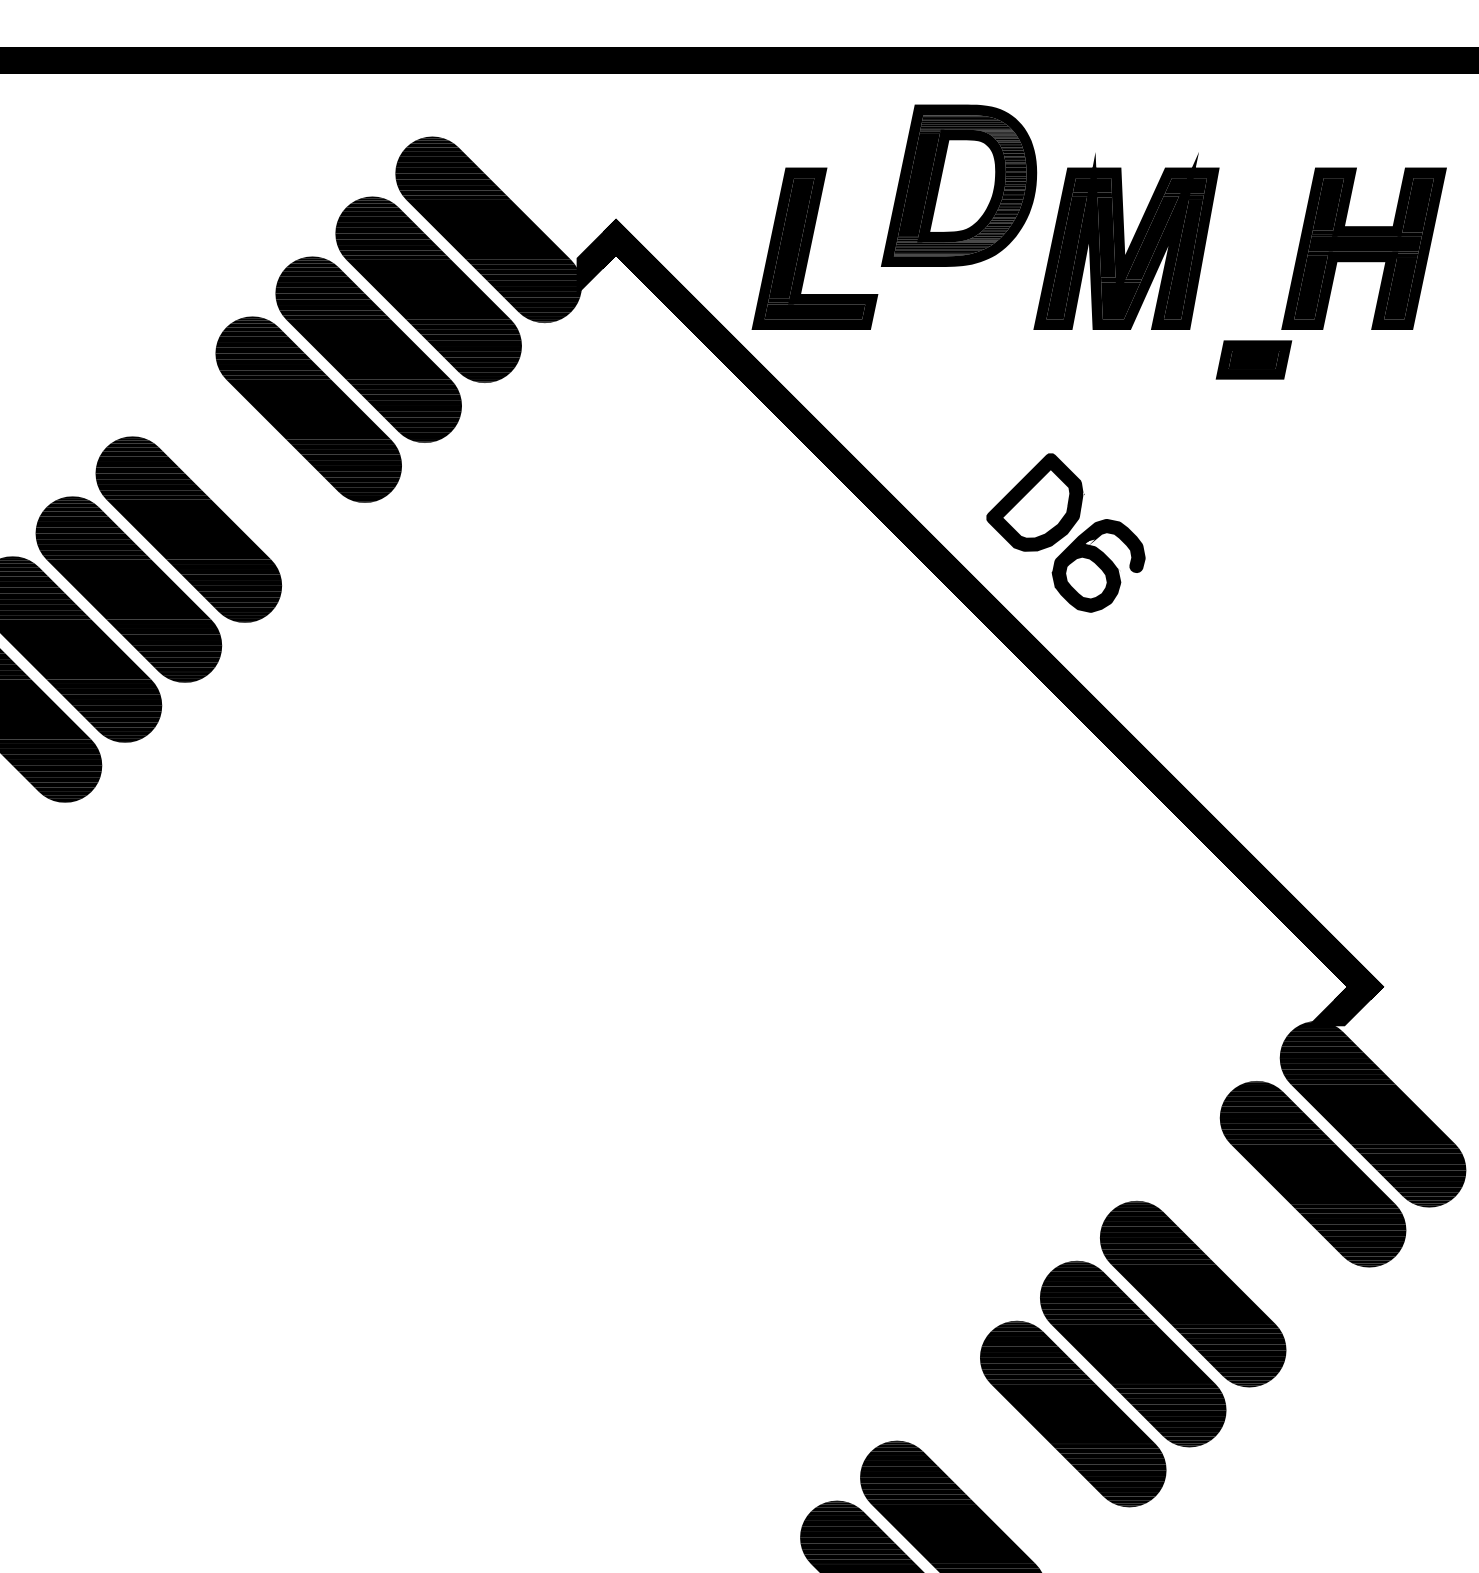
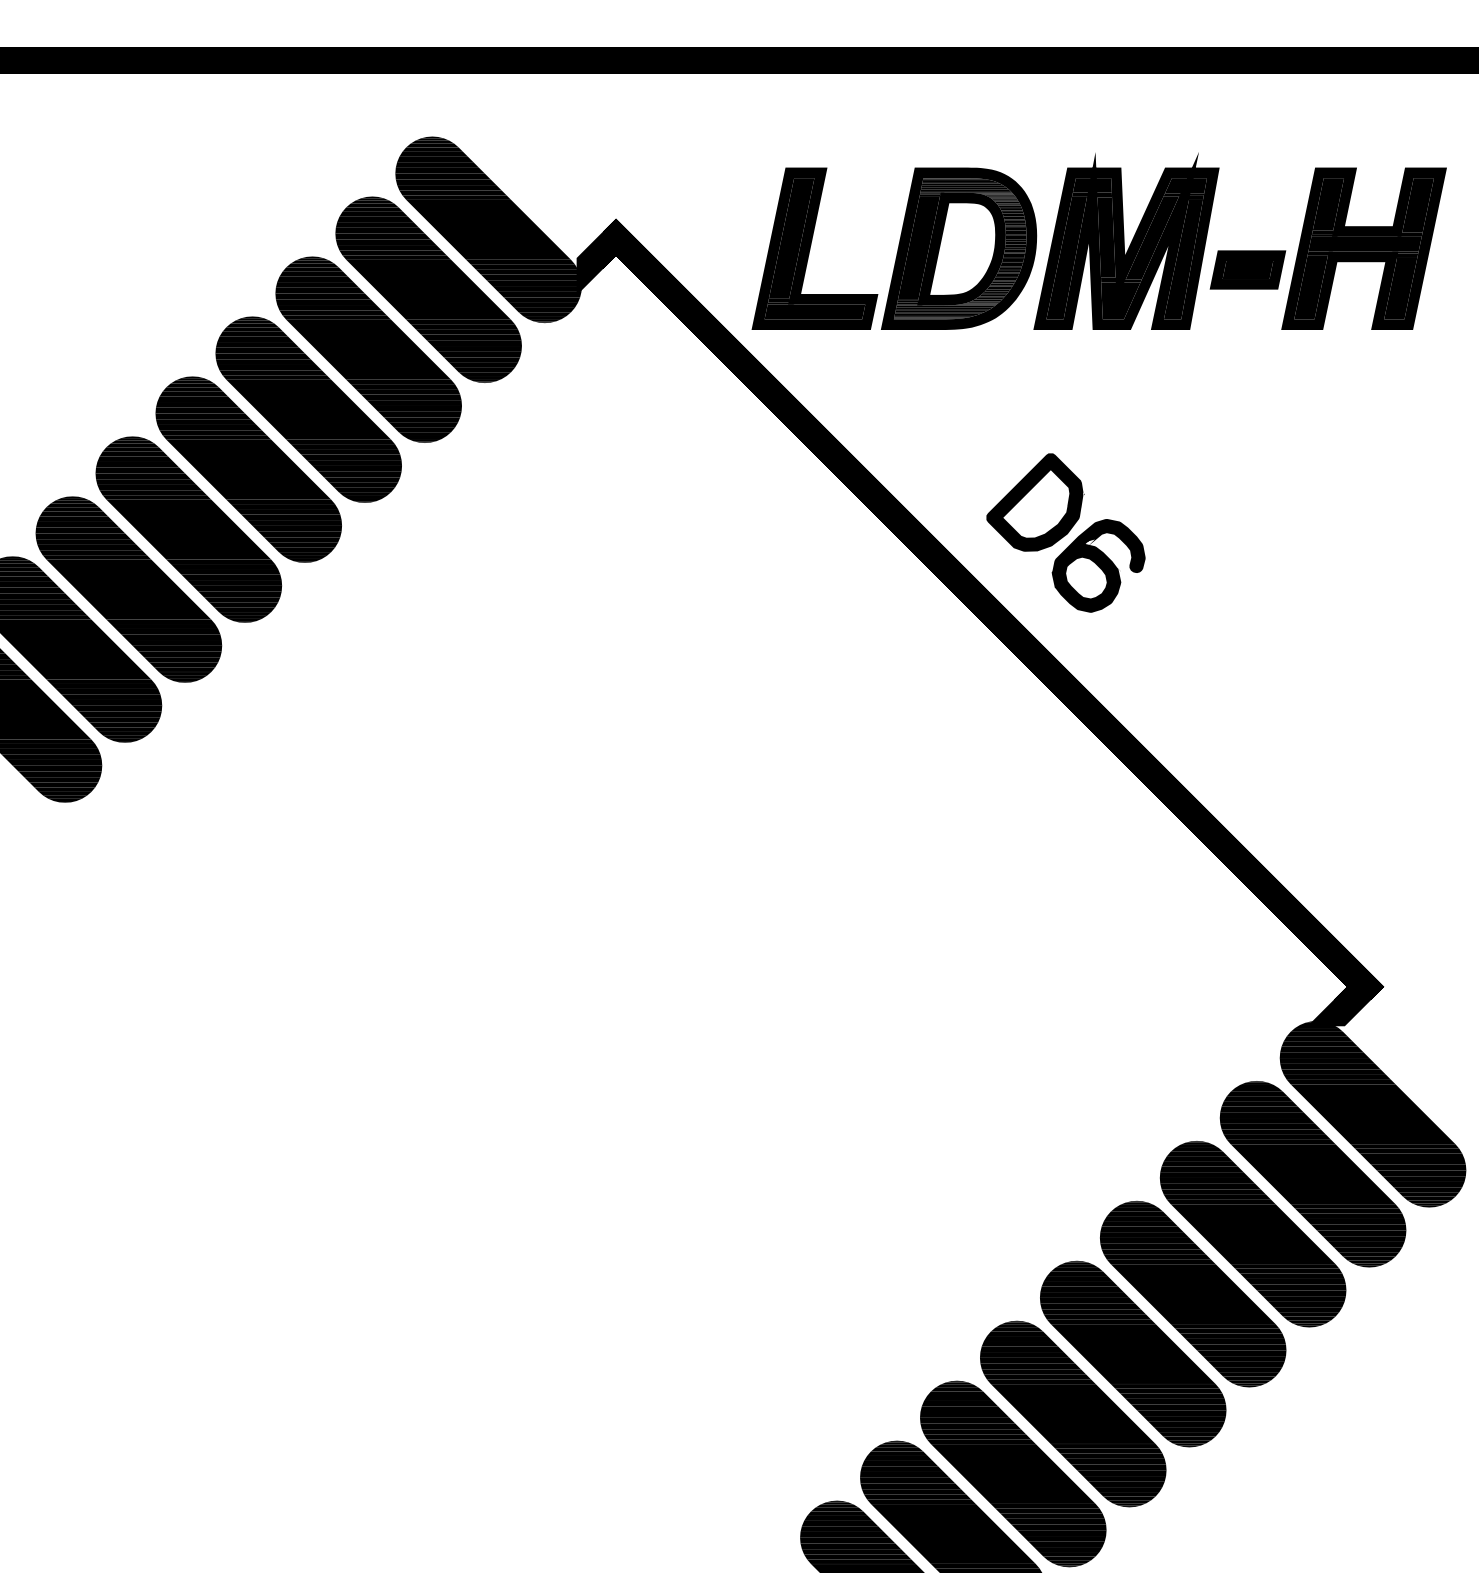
part at (959, 185) position: (959, 185) -> (959, 248)
part at (1253, 359) position: (1253, 359) -> (1247, 269)
part at (248, 469): none -> present
part at (1252, 1234): none -> present
part at (1013, 1473): none -> present
